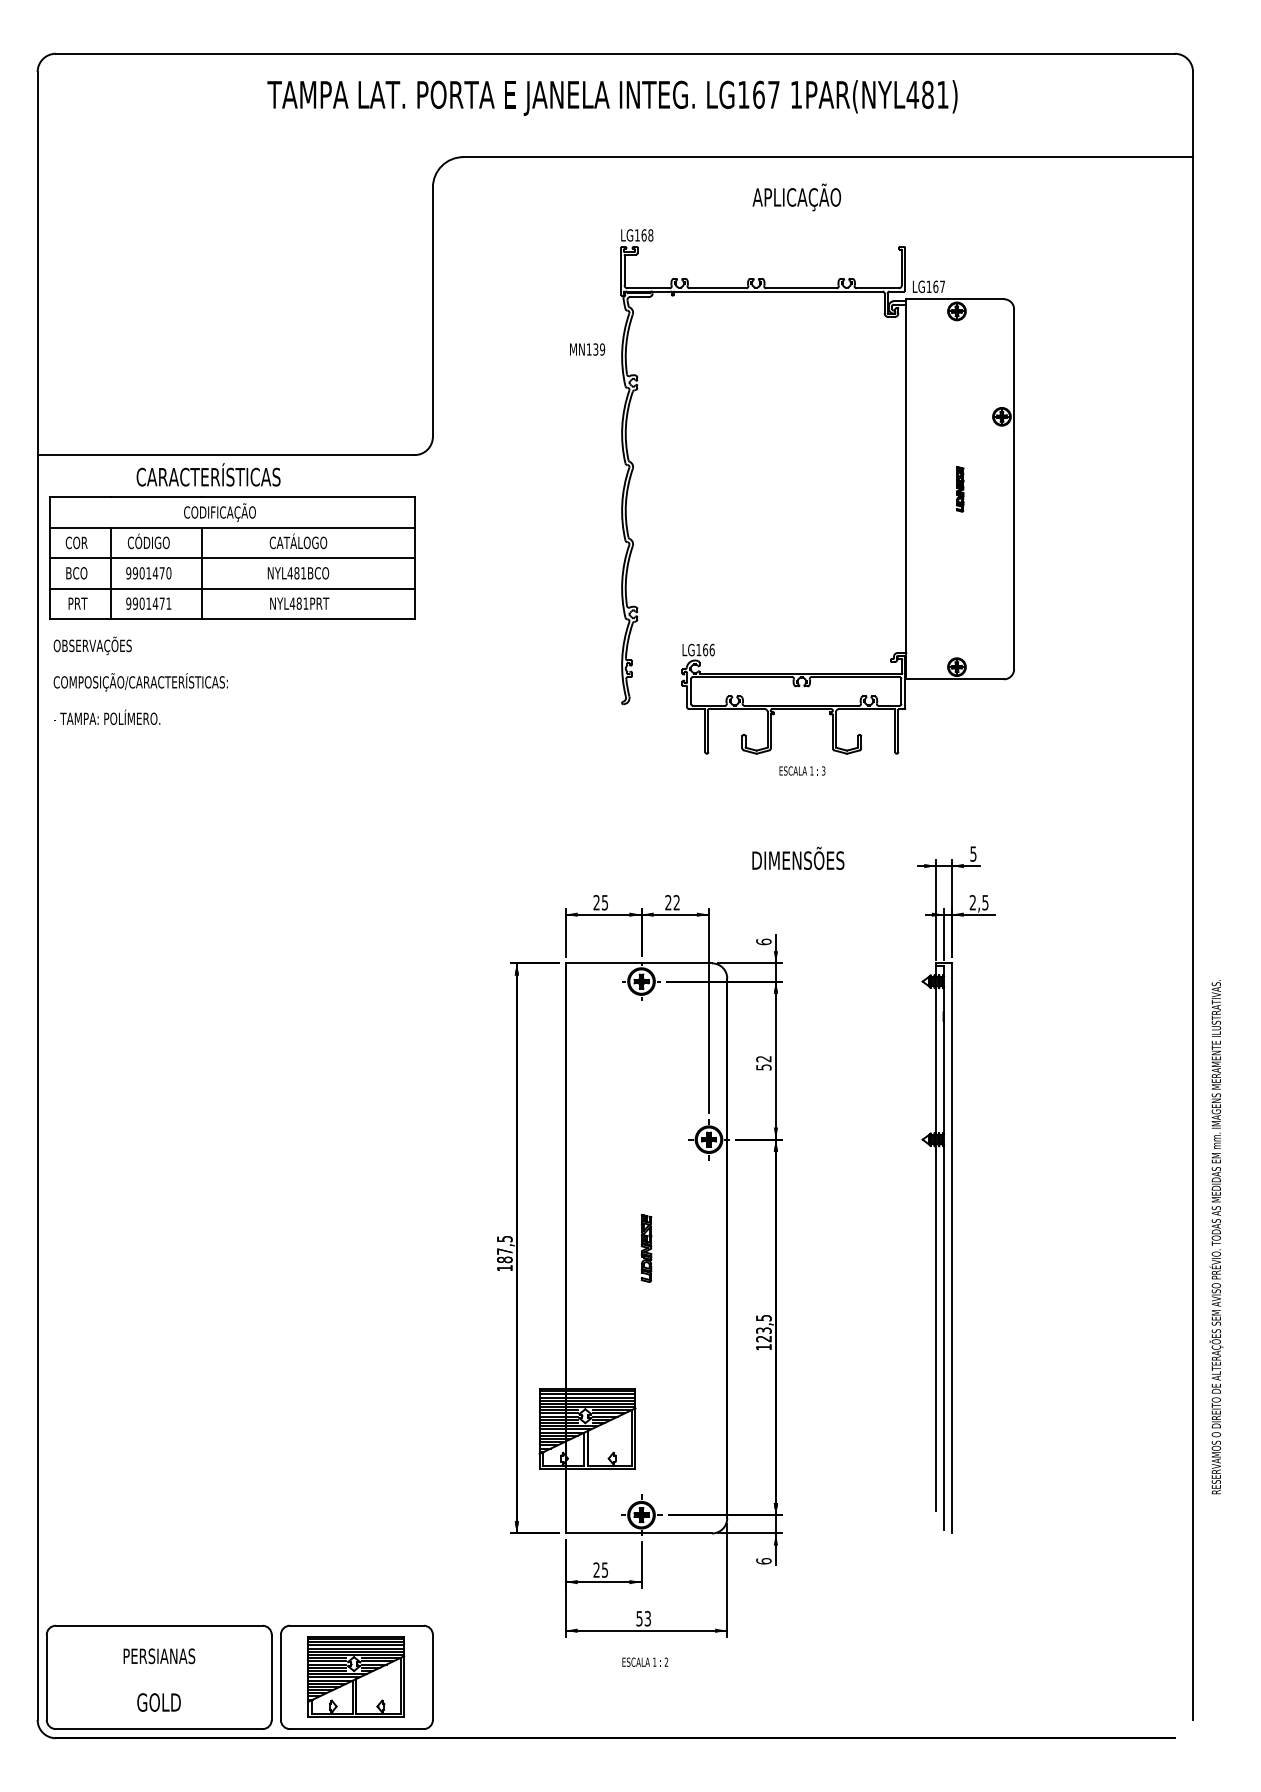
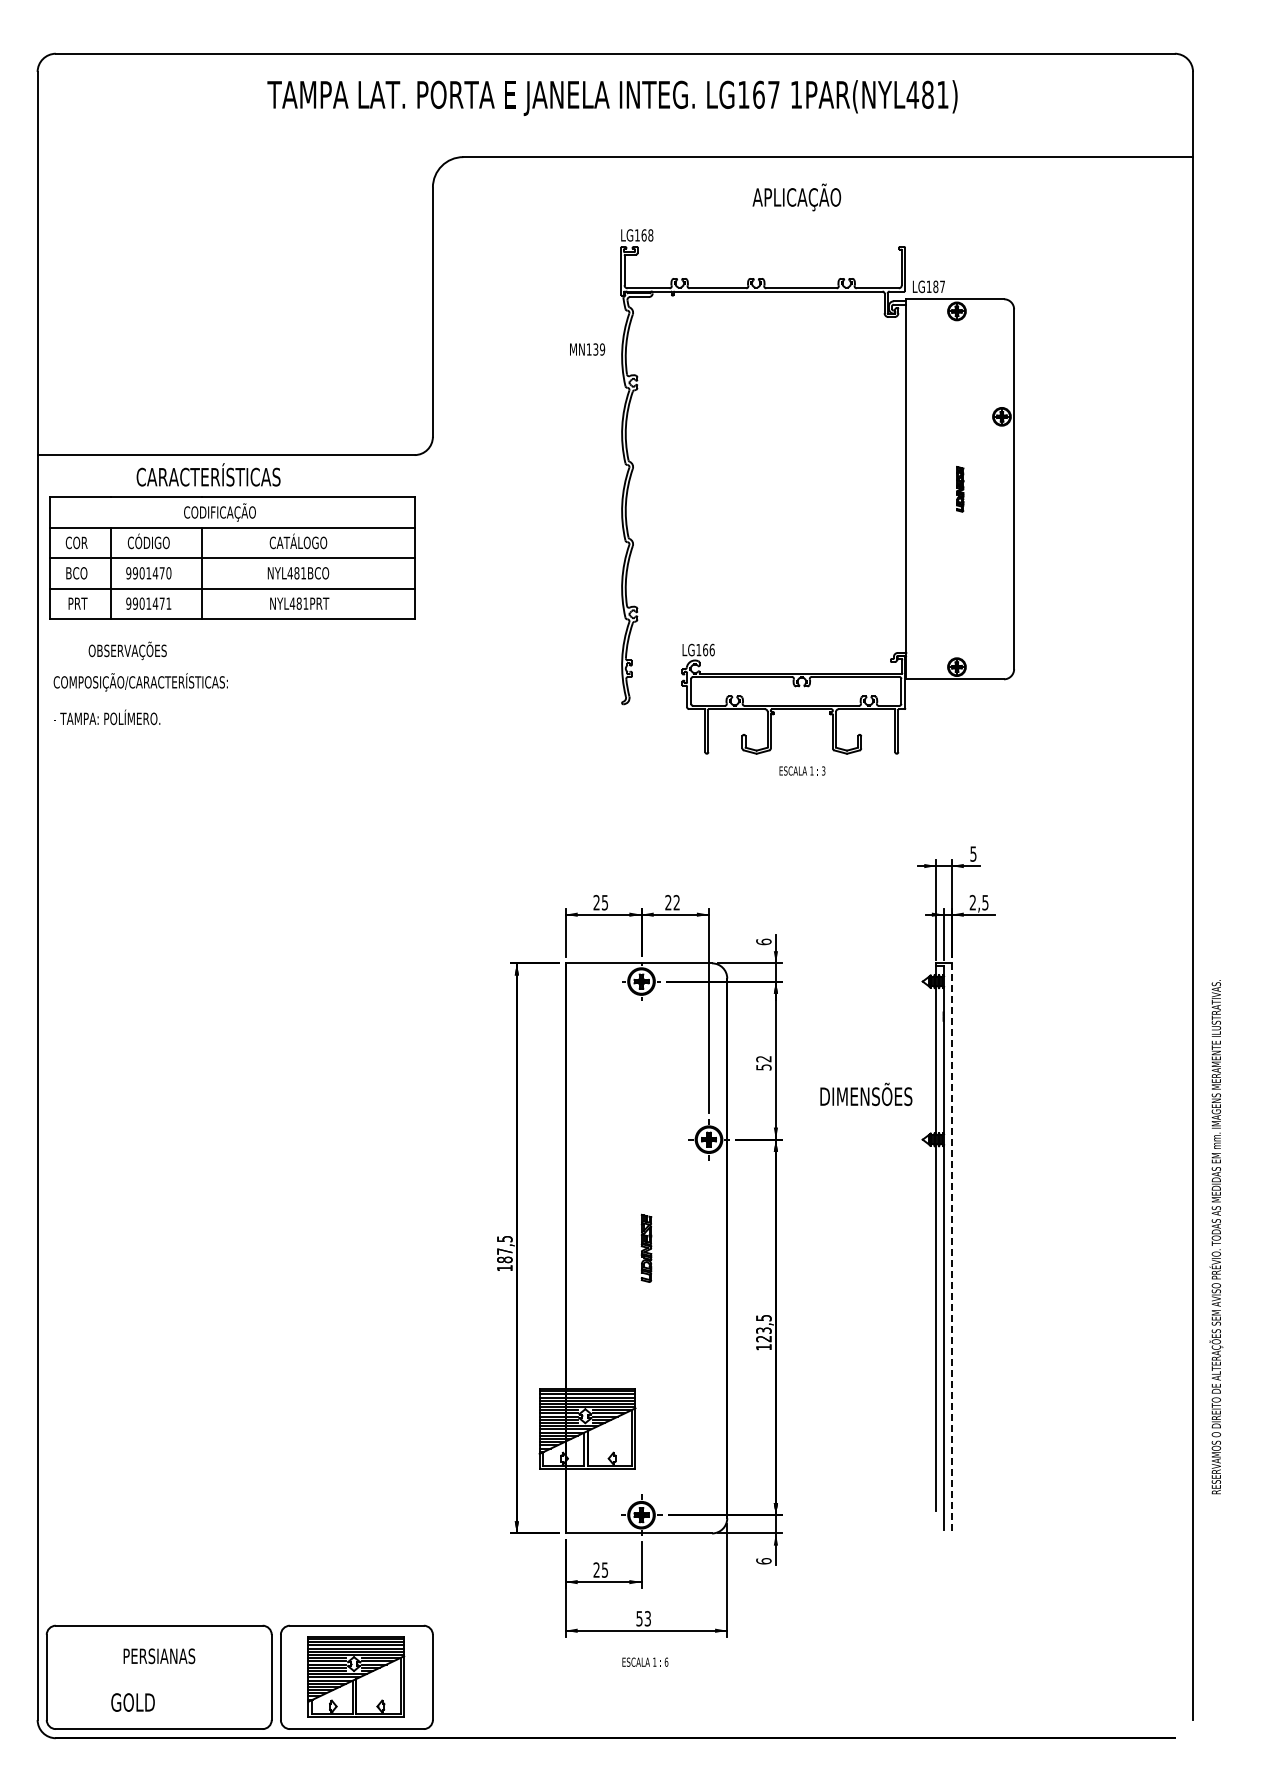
text at (935, 286): LG167 -> LG187
text at (92, 645) position: (92, 645) -> (127, 650)
text at (798, 858) position: (798, 858) -> (866, 1094)
line at (951, 1248): solid -> dashed
text at (666, 1661): 2 -> 6
text at (158, 1702) position: (158, 1702) -> (132, 1702)
